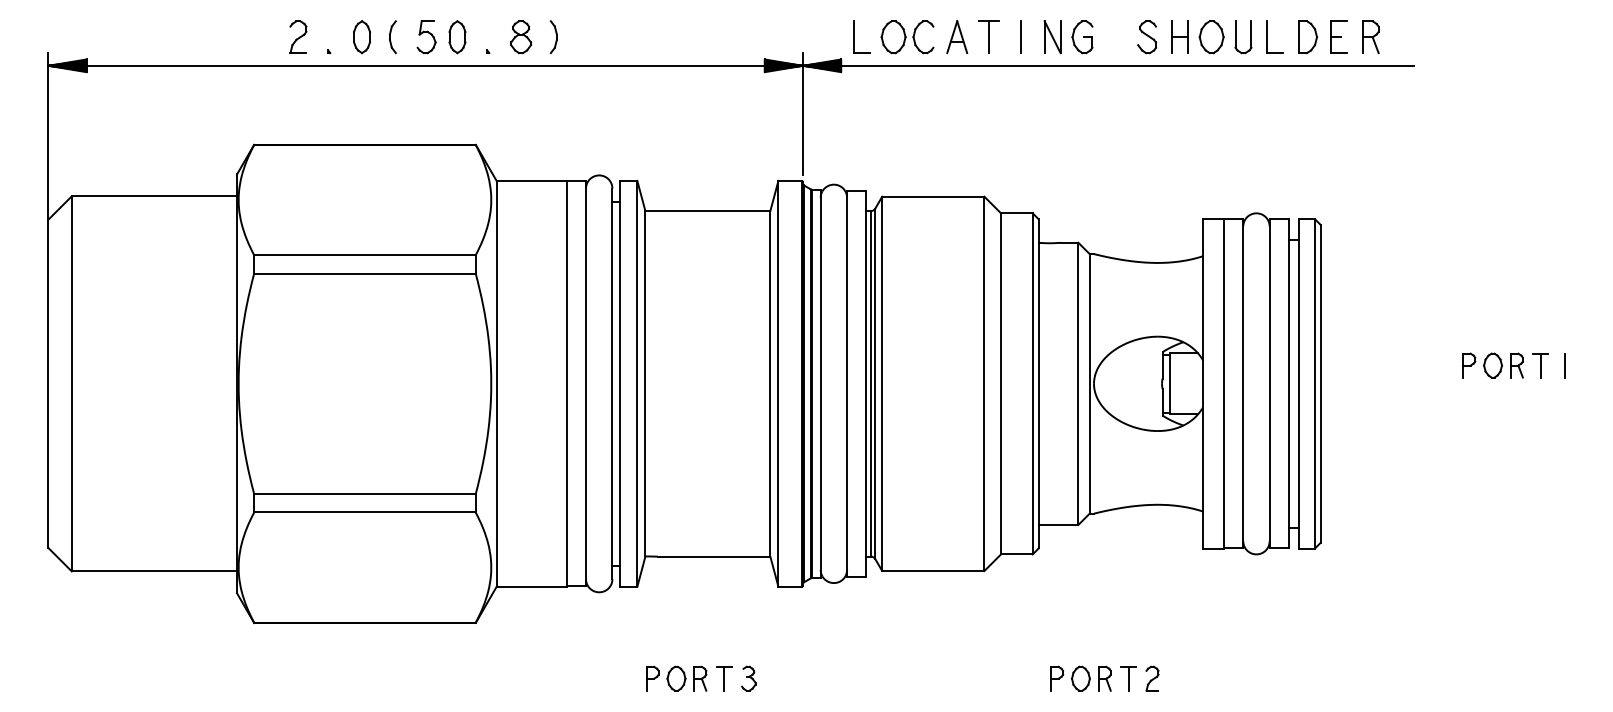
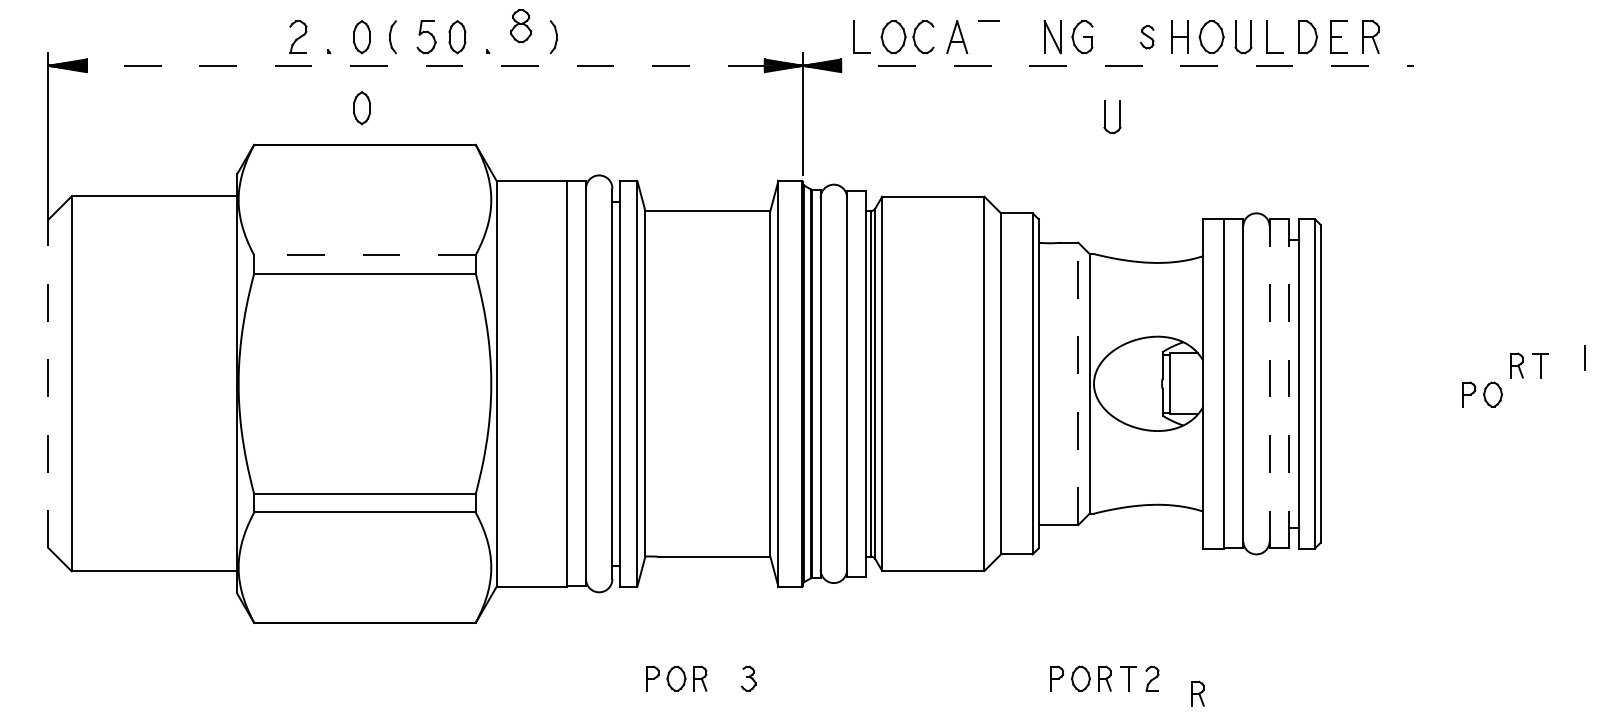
part at (521, 37) position: (521, 37) -> (521, 26)
line at (989, 37): present -> none
line at (1020, 37): present -> none
part at (1147, 37) size: 21x35 px -> 16x25 px
line at (731, 65): solid -> dashed
part at (361, 108): none -> present
part at (1105, 117): none -> present
line at (364, 255): solid -> dashed
part at (1482, 365) position: (1482, 365) -> (1482, 394)
line at (1564, 365) position: (1564, 365) -> (1584, 357)
line at (48, 383): solid -> dashed
line at (1078, 383): solid -> dashed
line at (1269, 383): solid -> dashed
line at (1288, 383): solid -> dashed
part at (724, 678): present -> none
part at (1197, 693): none -> present
